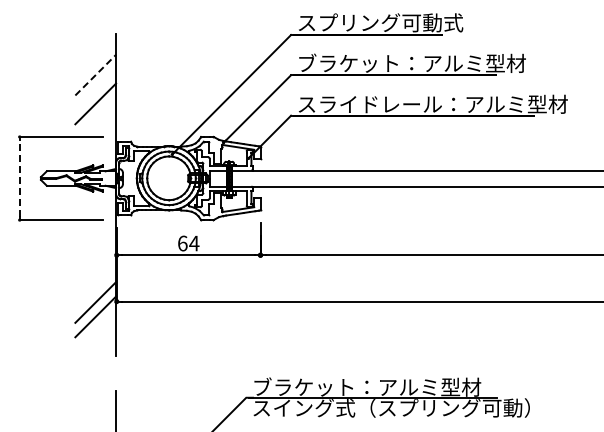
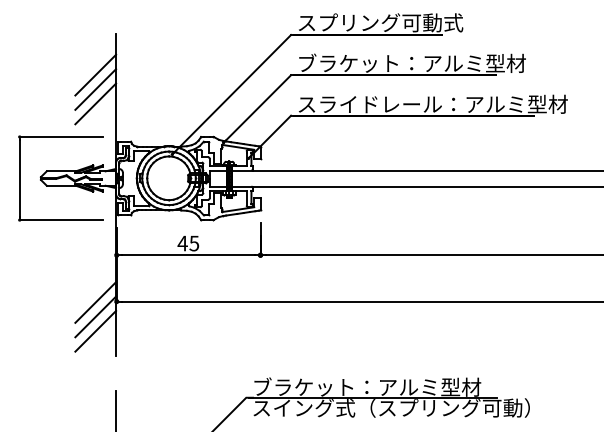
line at (95, 75): dashed -> solid
line at (95, 89): none -> present
line at (19, 178): dashed -> solid
text at (188, 243): 64 -> 45
line at (95, 330): none -> present
